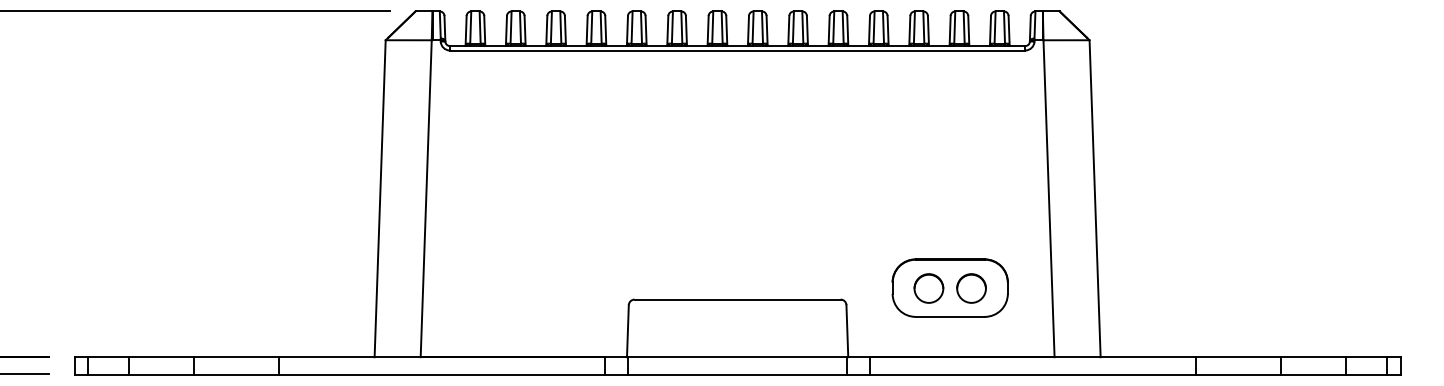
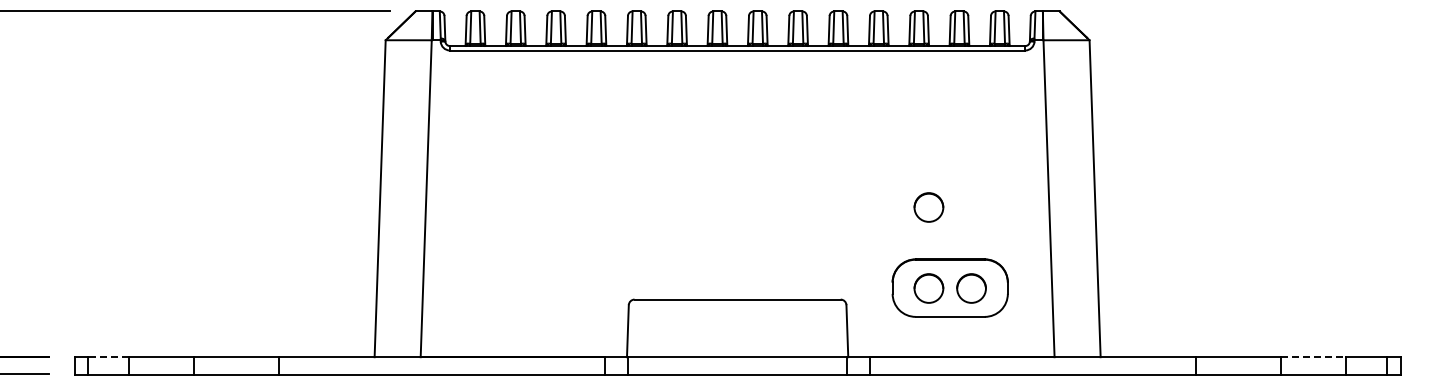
part at (928, 207): none -> present
line at (107, 357): solid -> dashed
line at (1313, 357): solid -> dashed
